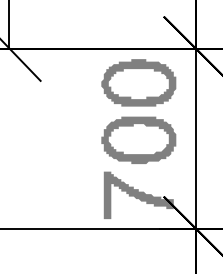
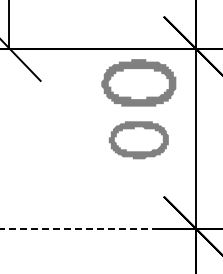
part at (138, 139) size: 76x48 px -> 60x39 px
fill at (138, 195): present -> none
line at (79, 229): solid -> dashed
